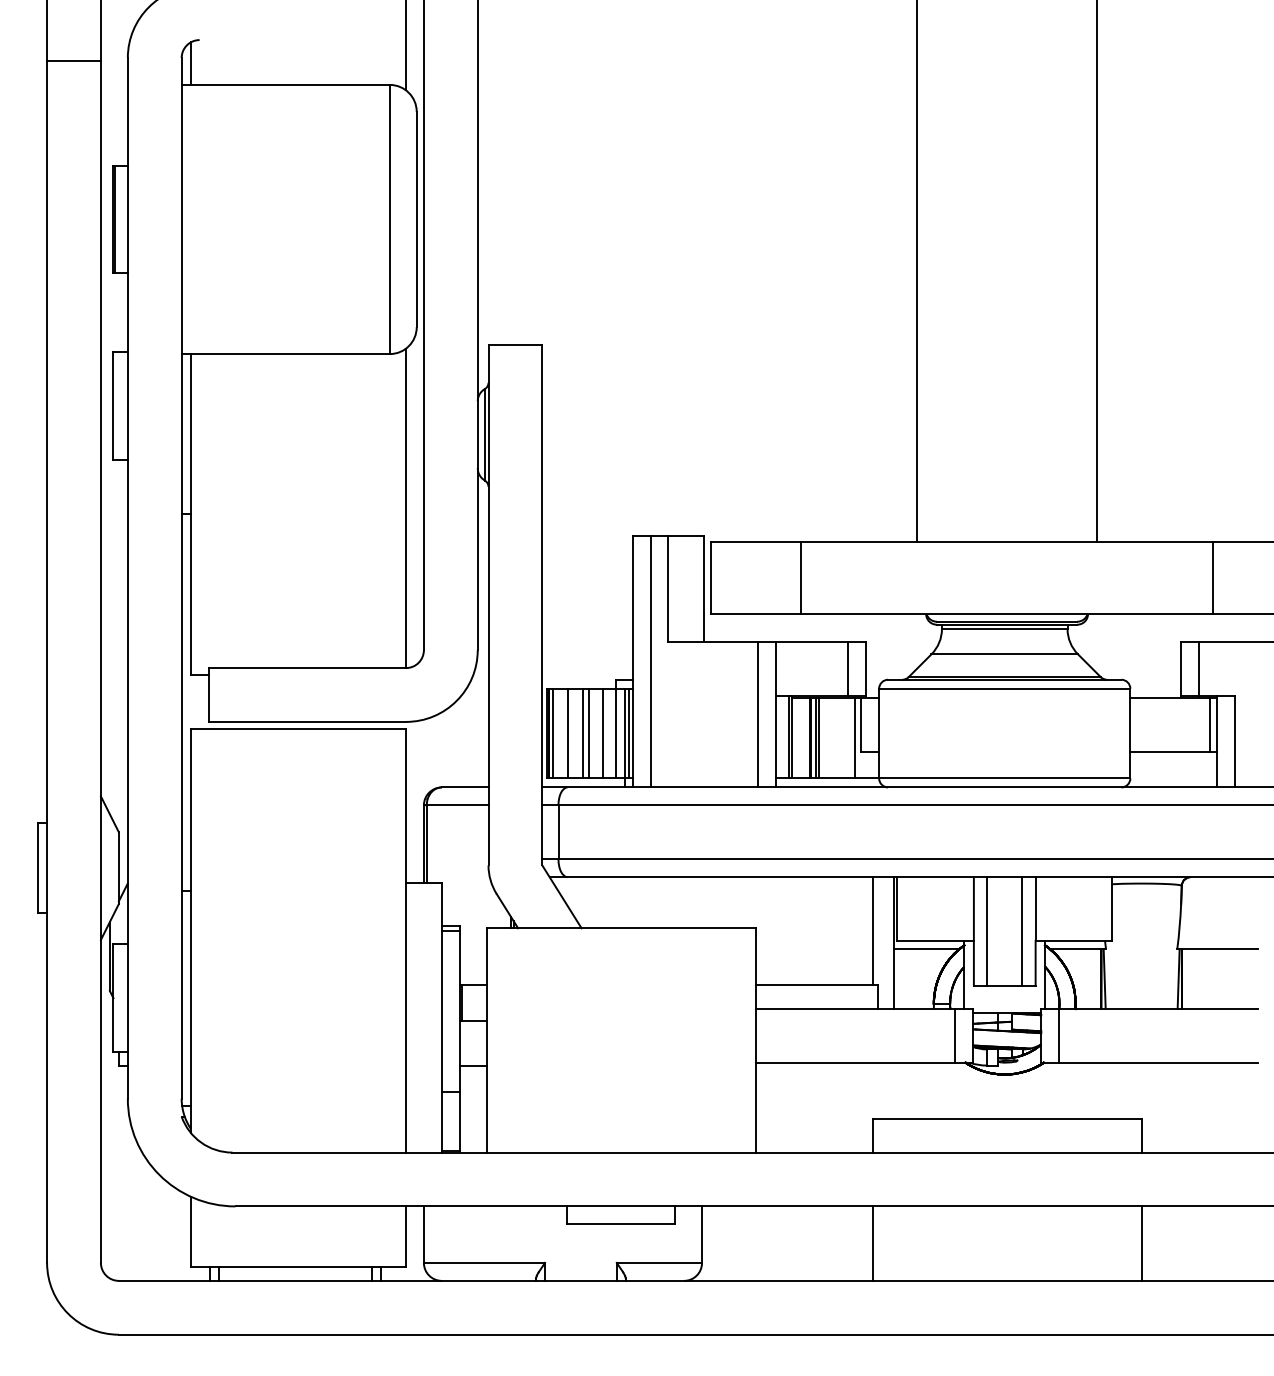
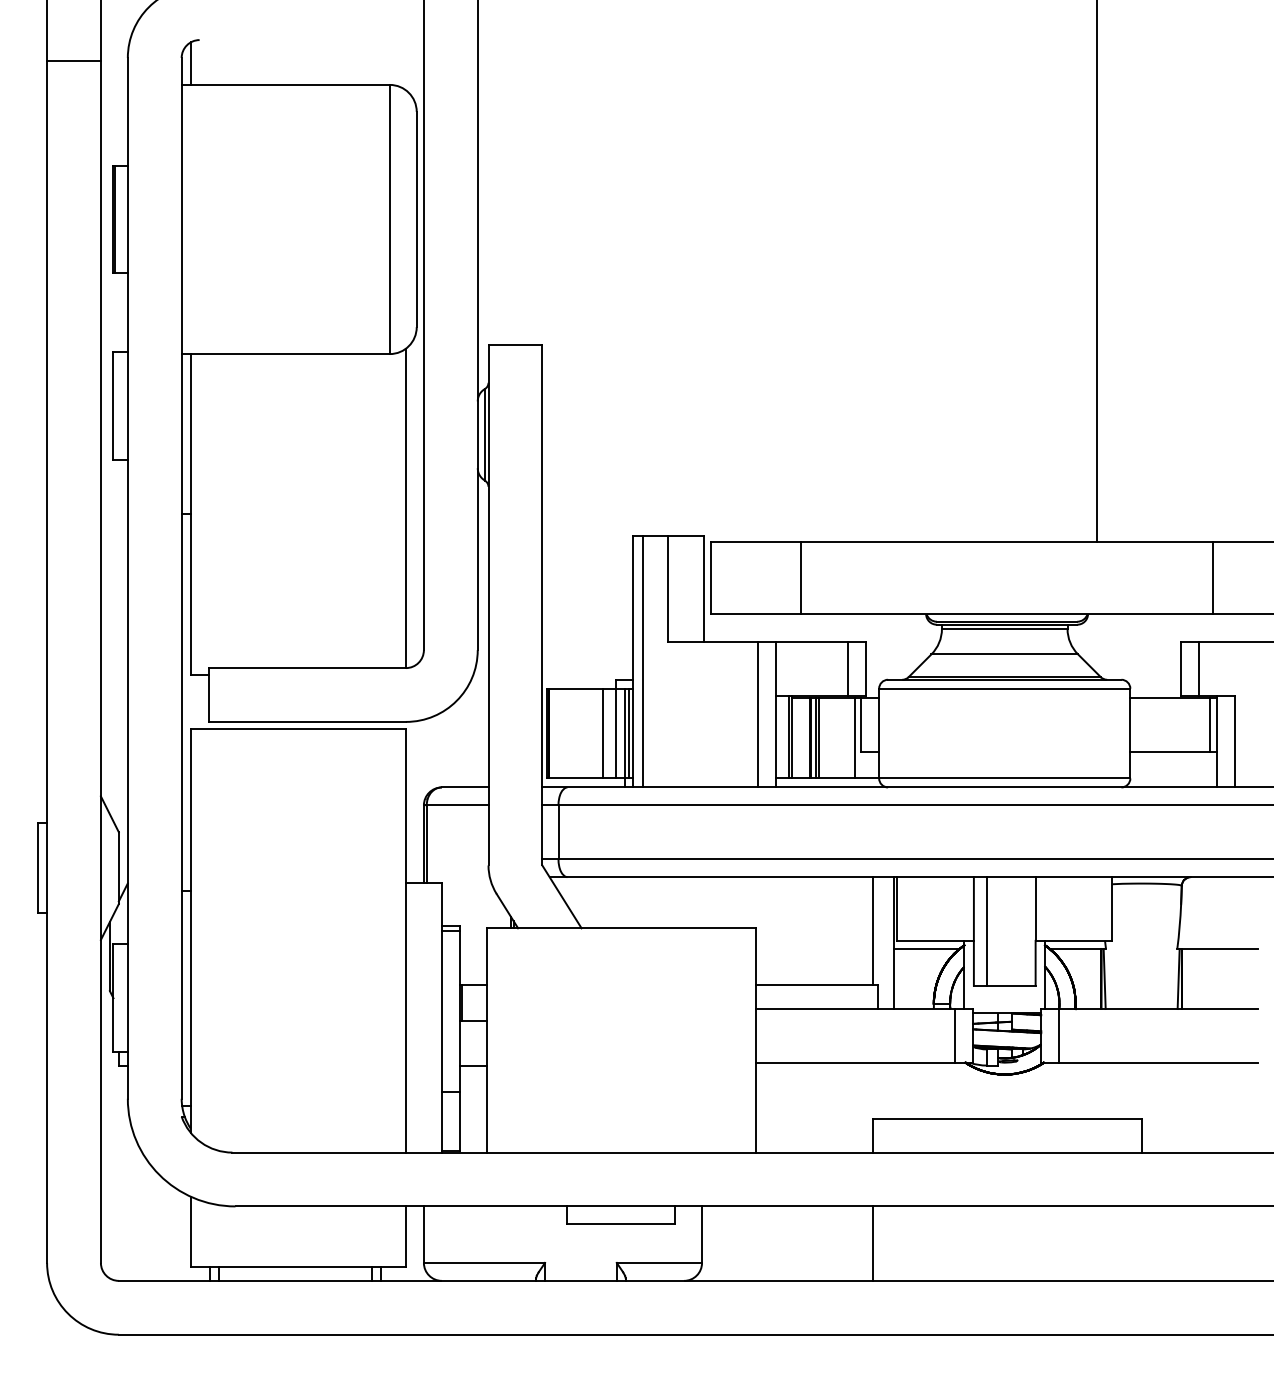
line at (405, 46): present -> none
line at (917, 272): present -> none
line at (650, 661) position: (650, 661) -> (642, 661)
line at (553, 733): present -> none
line at (568, 733): present -> none
line at (582, 733): present -> none
line at (588, 733): present -> none
line at (1022, 931): present -> none
line at (1141, 1243): present -> none
